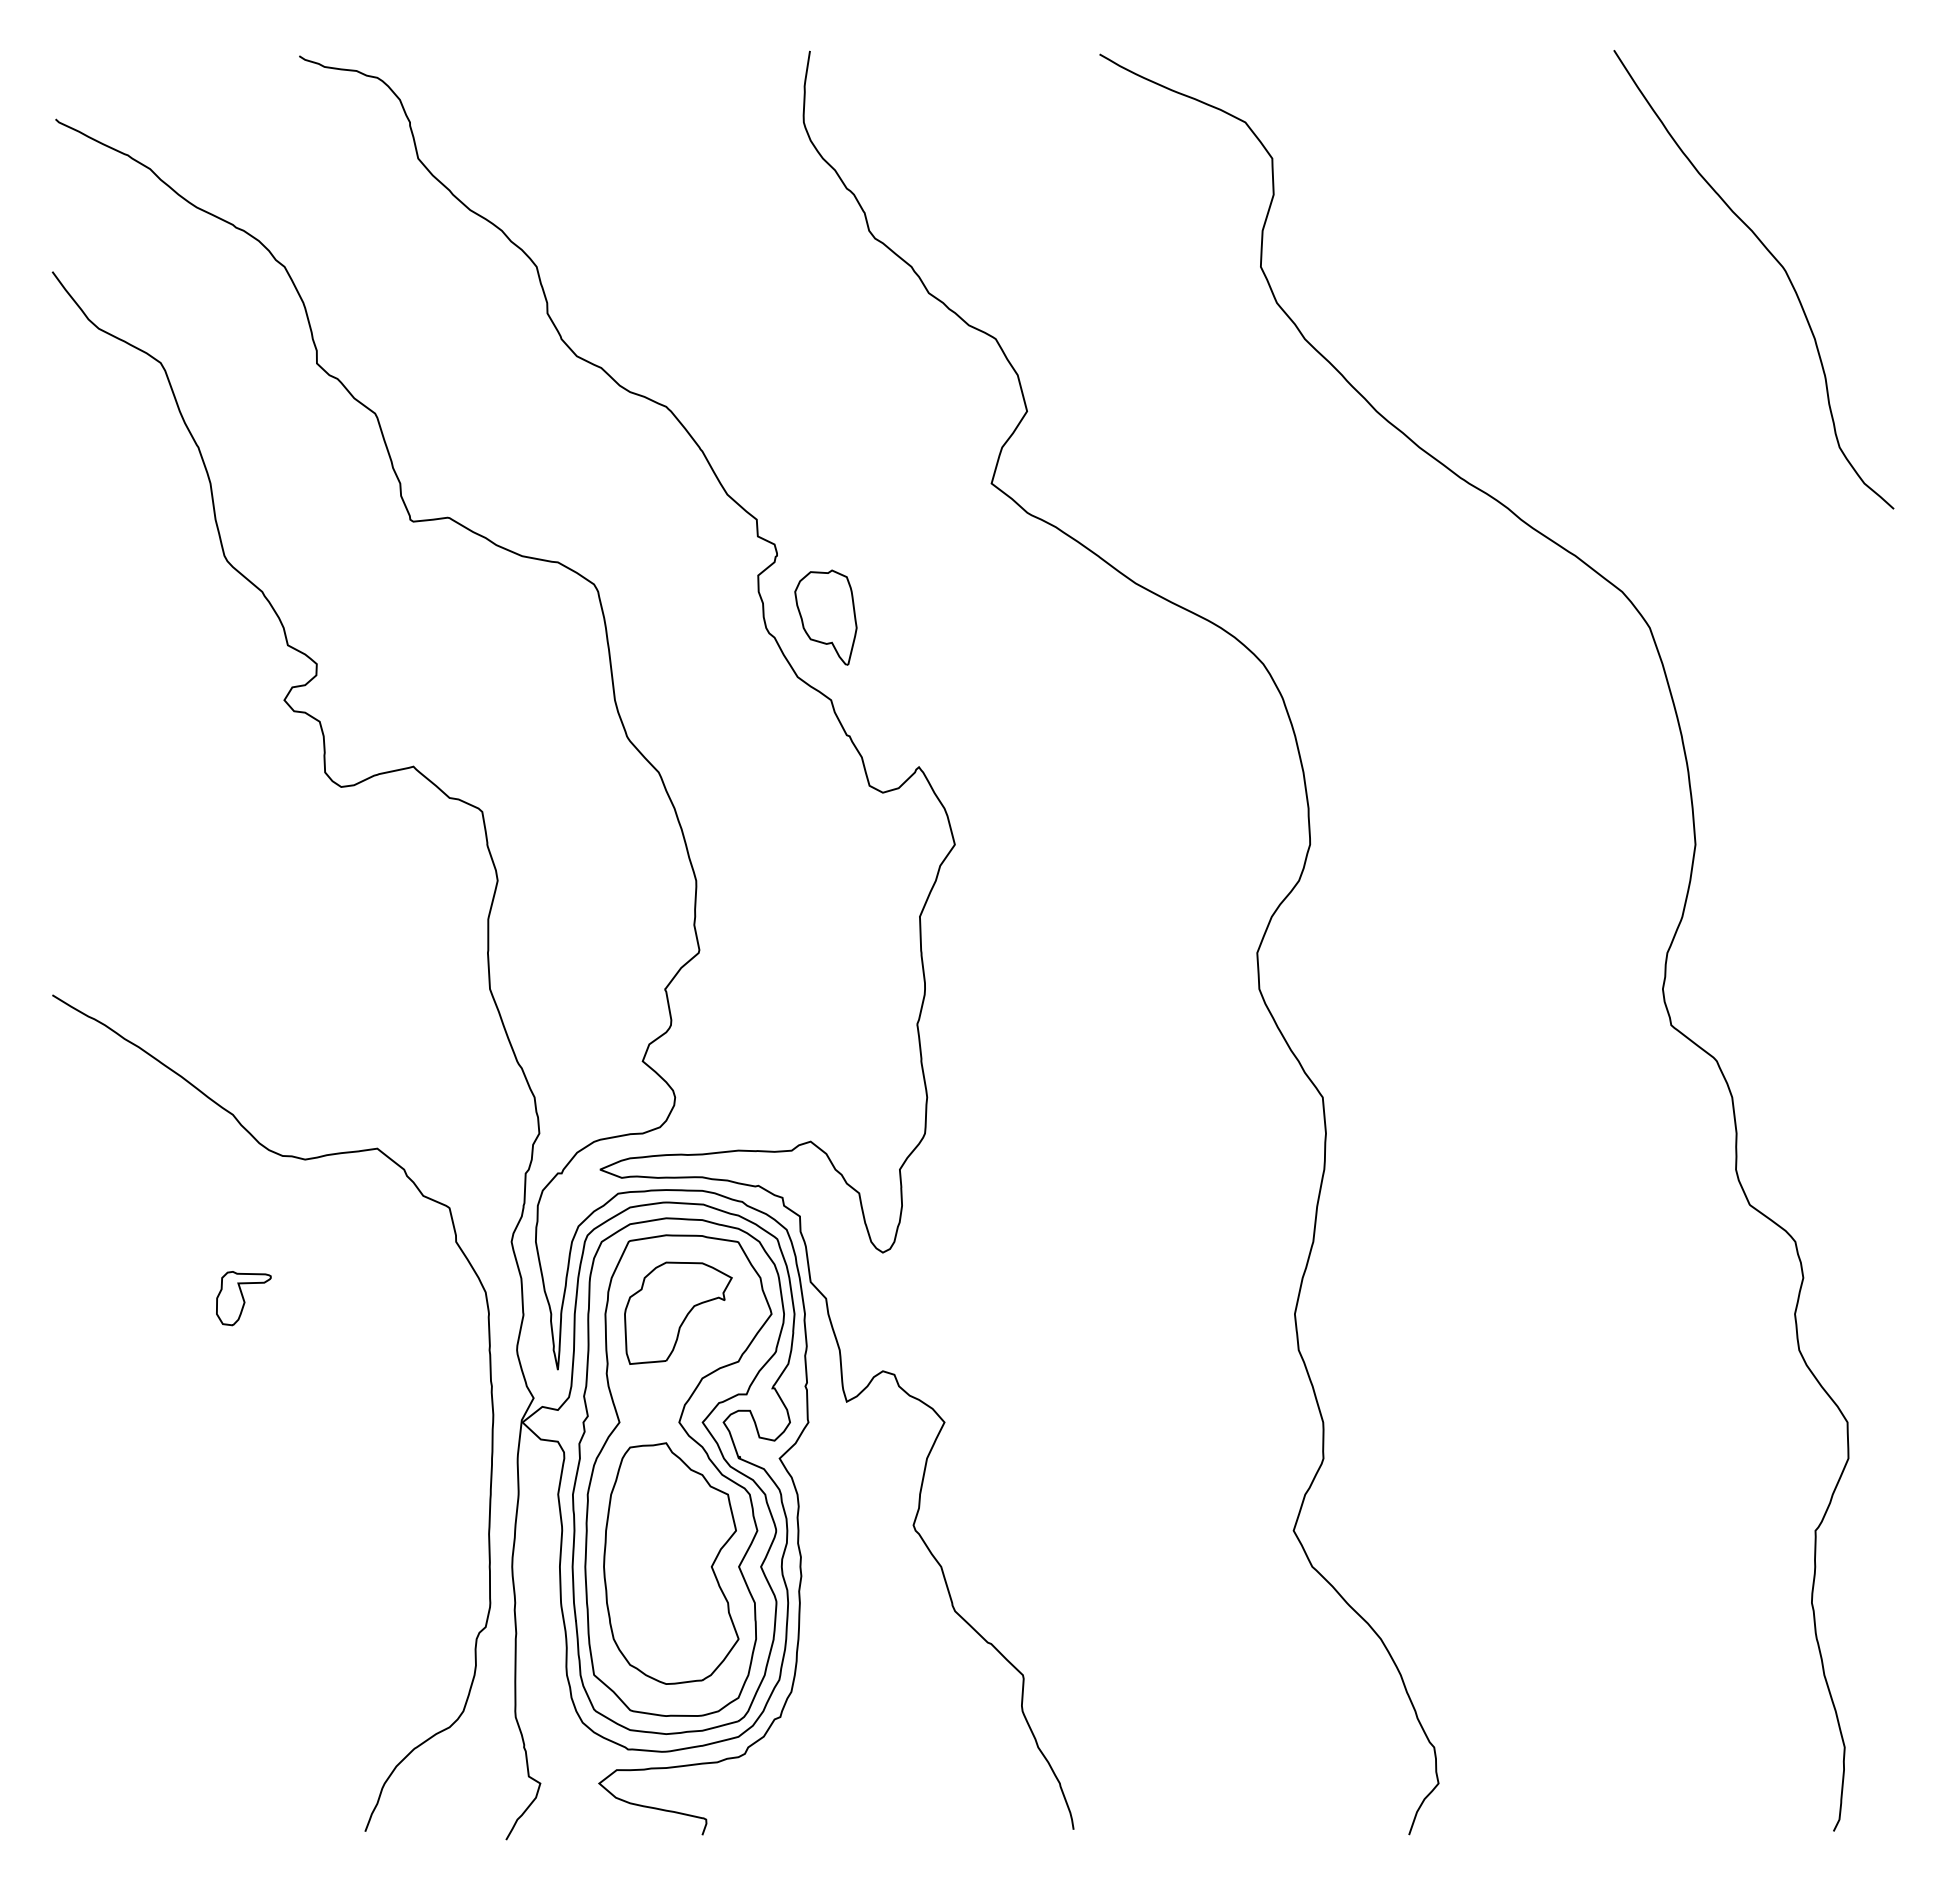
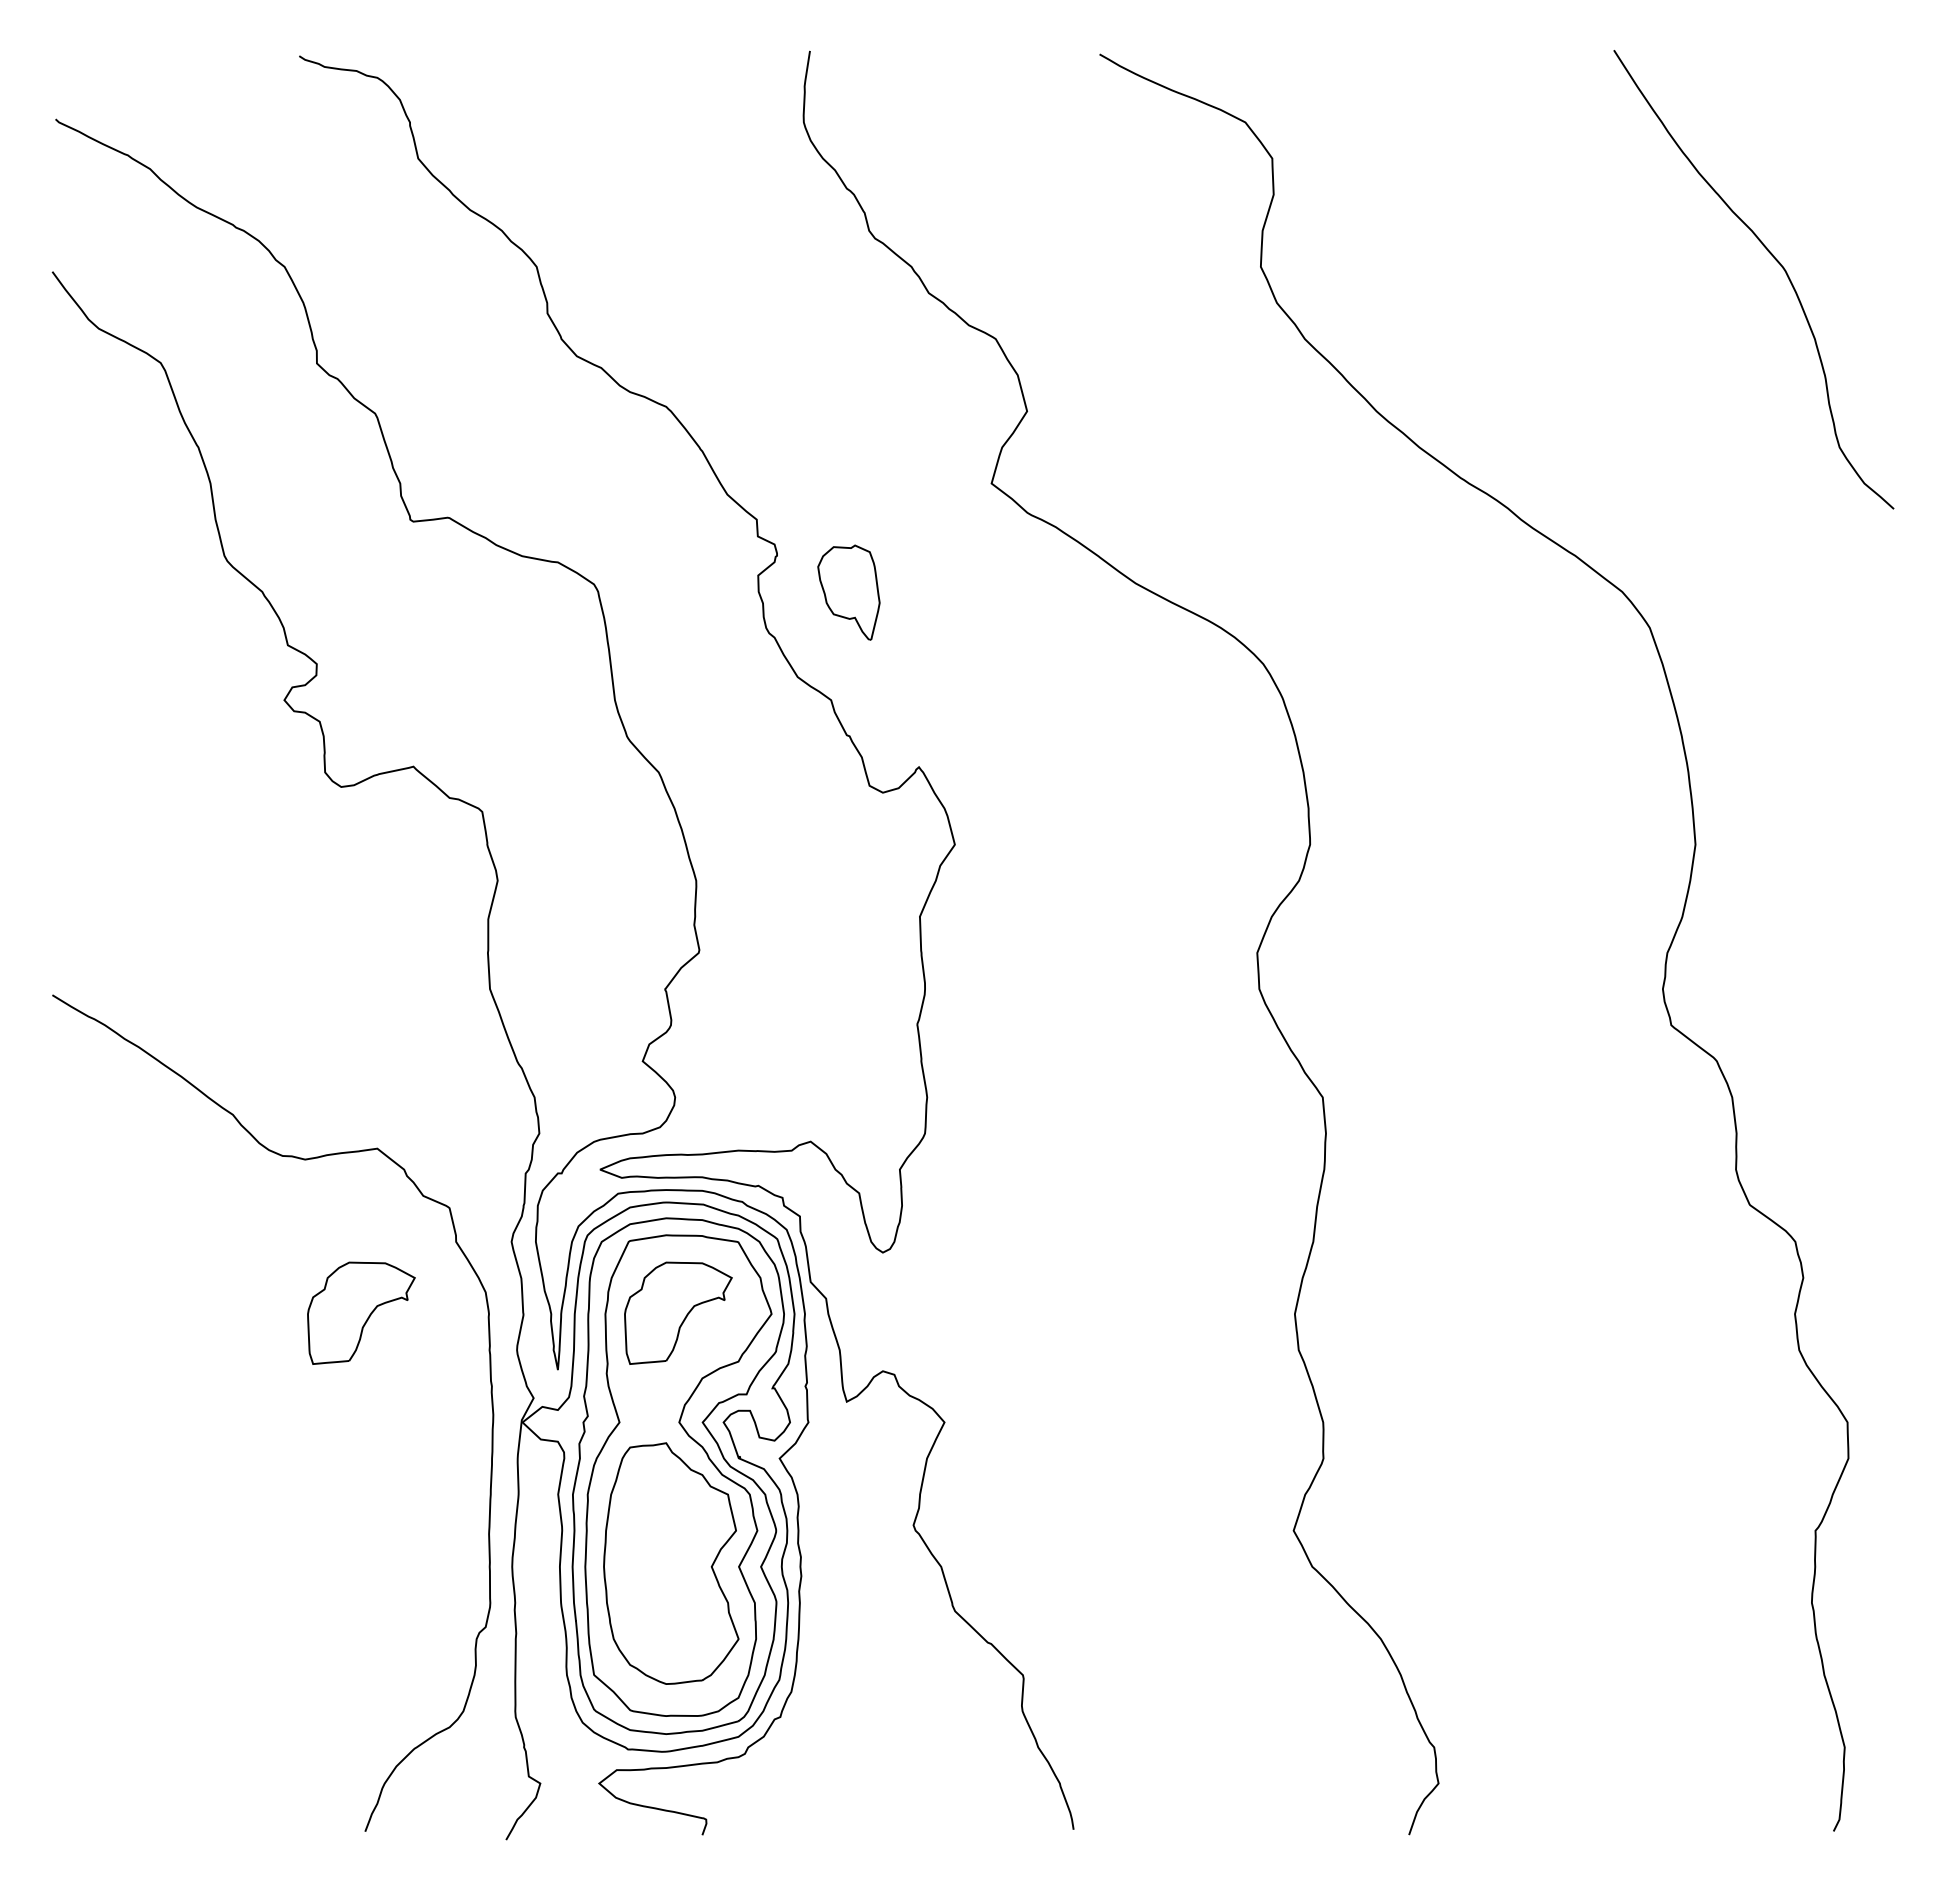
part at (825, 617) position: (825, 617) -> (848, 592)
part at (243, 1298): present -> none
part at (361, 1312): none -> present
